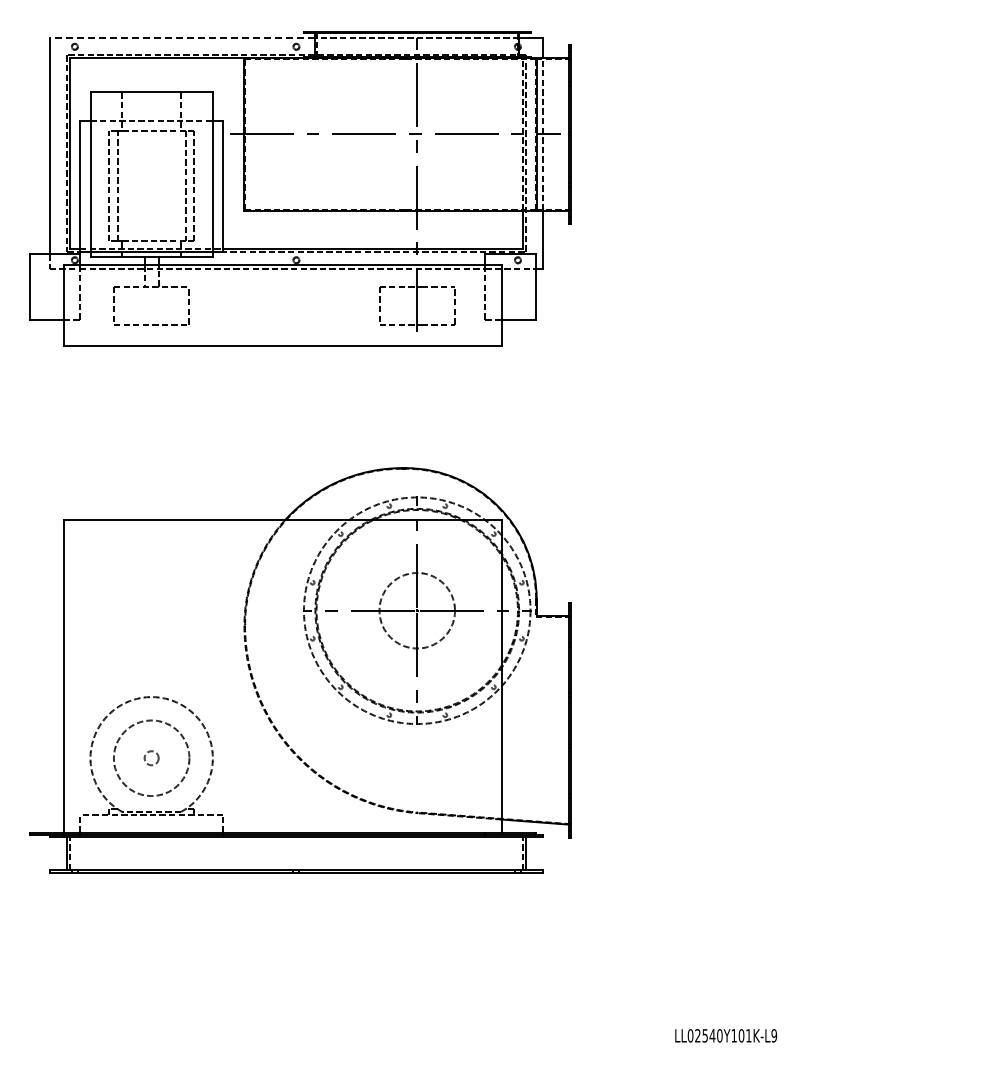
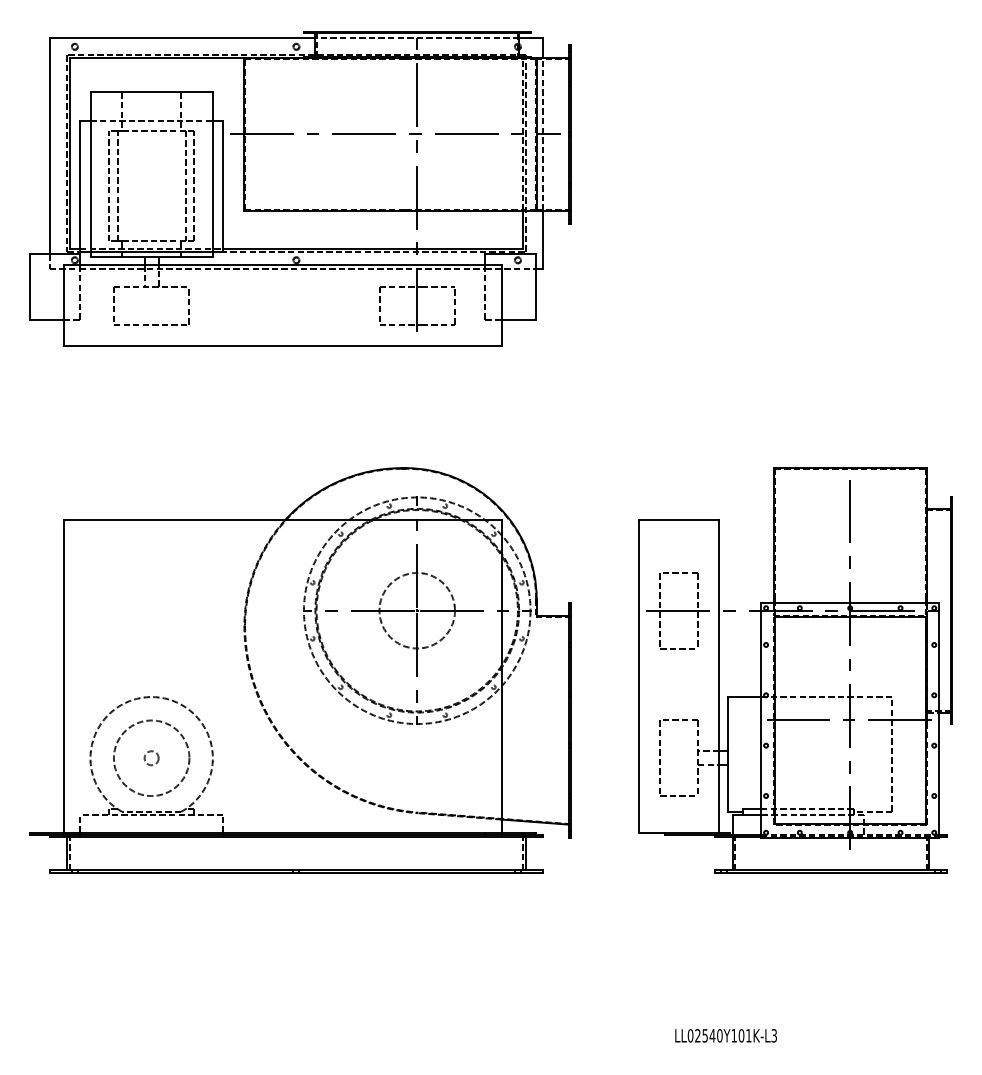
line at (182, 37): dashed -> solid
part at (795, 670): none -> present
text at (774, 1035): LL02540Y101K-L9 -> LL02540Y101K-L3
